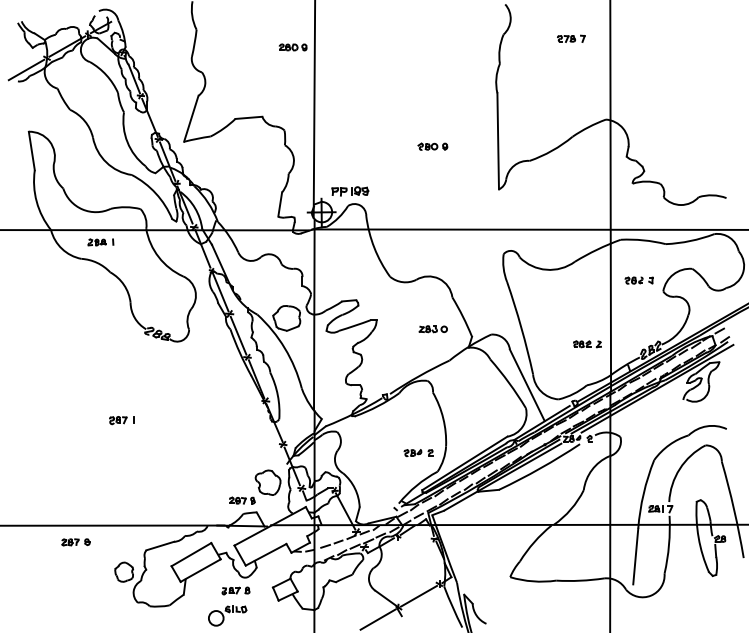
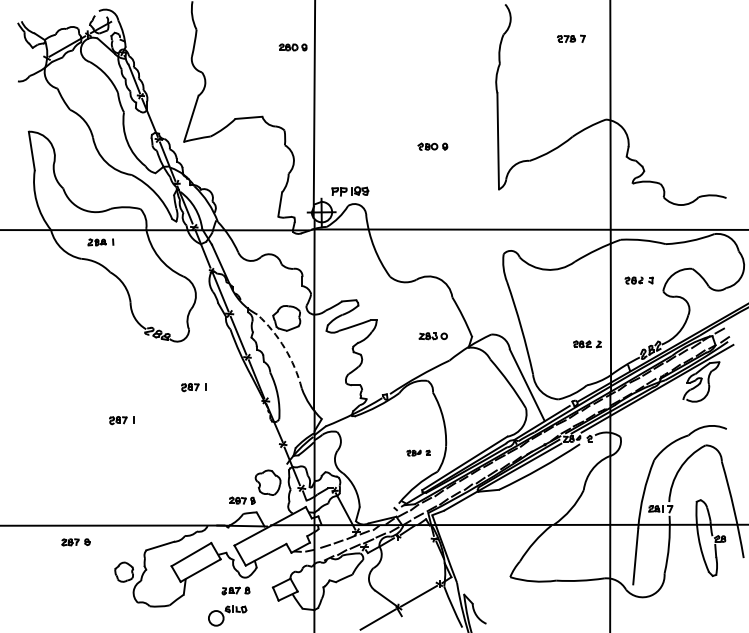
line at (26, 69): present -> none
part at (432, 329) position: (432, 329) -> (432, 336)
arc at (284, 348): solid -> dashed
part at (193, 387): none -> present
part at (418, 453) size: 31x9 px -> 25x8 px
